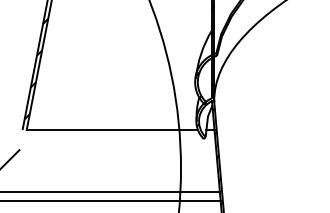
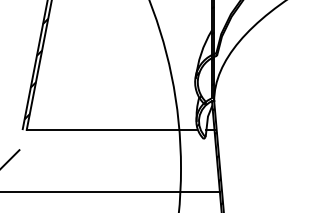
line at (111, 201): present -> none
